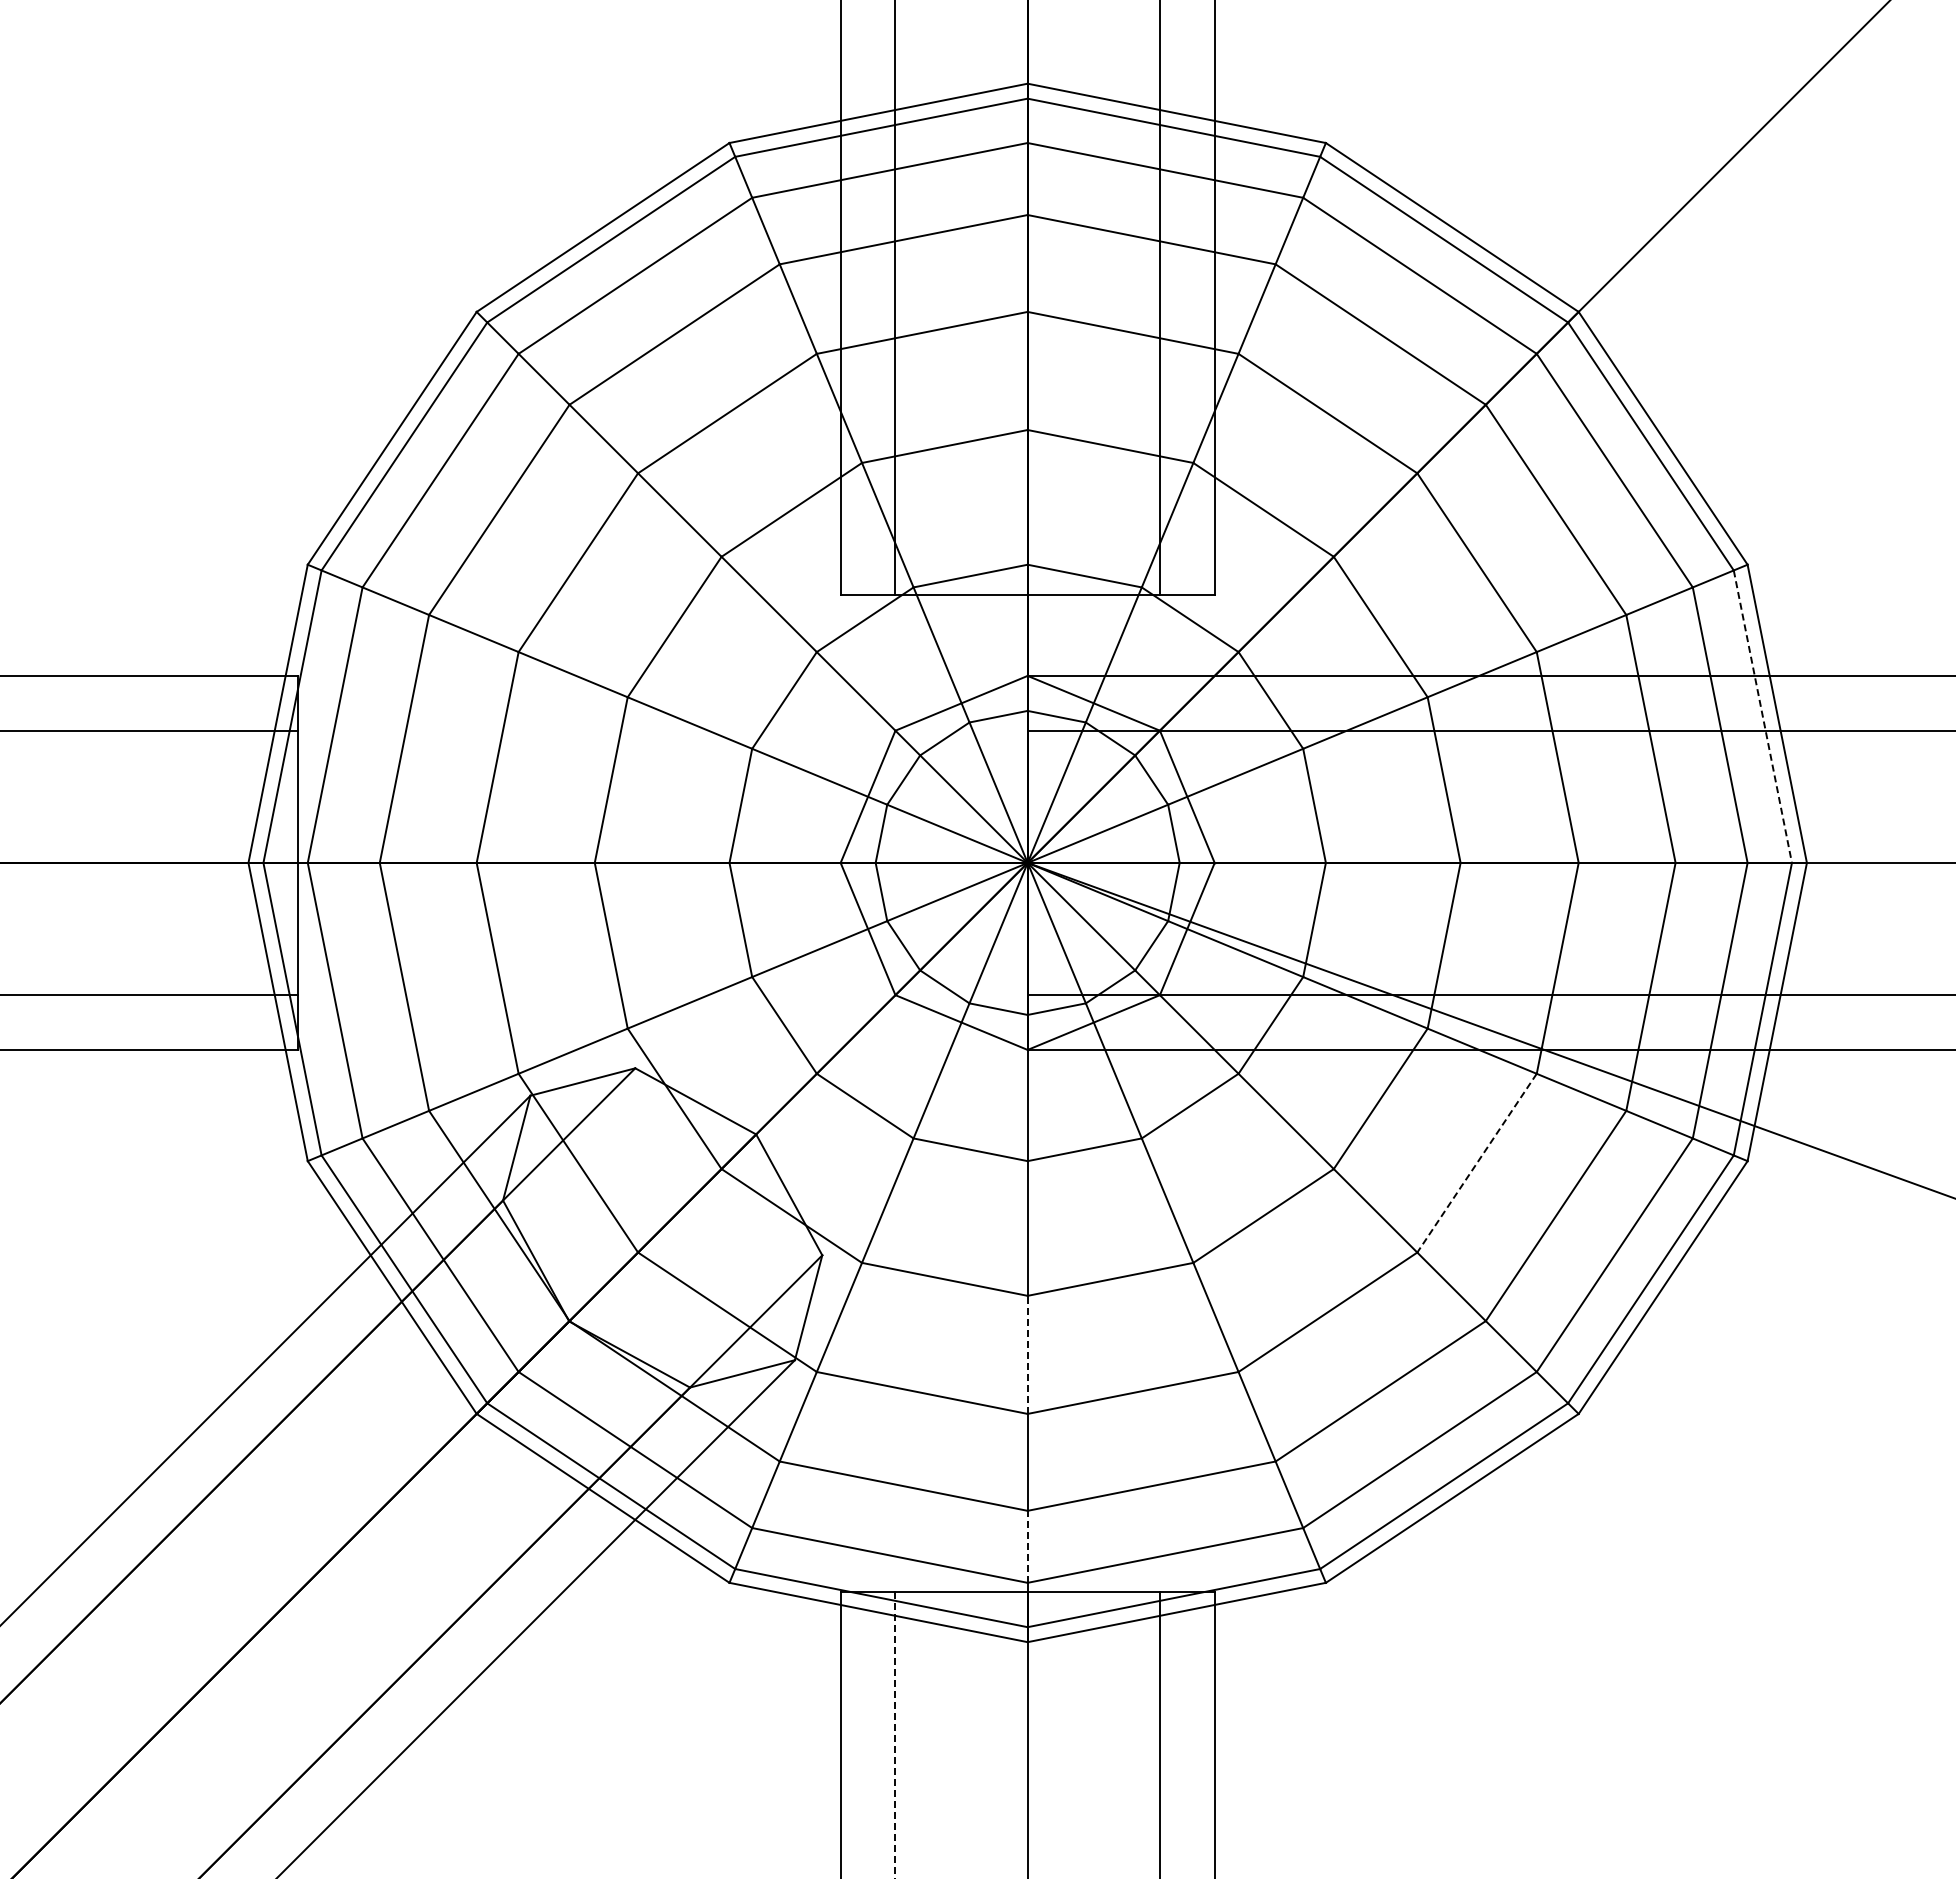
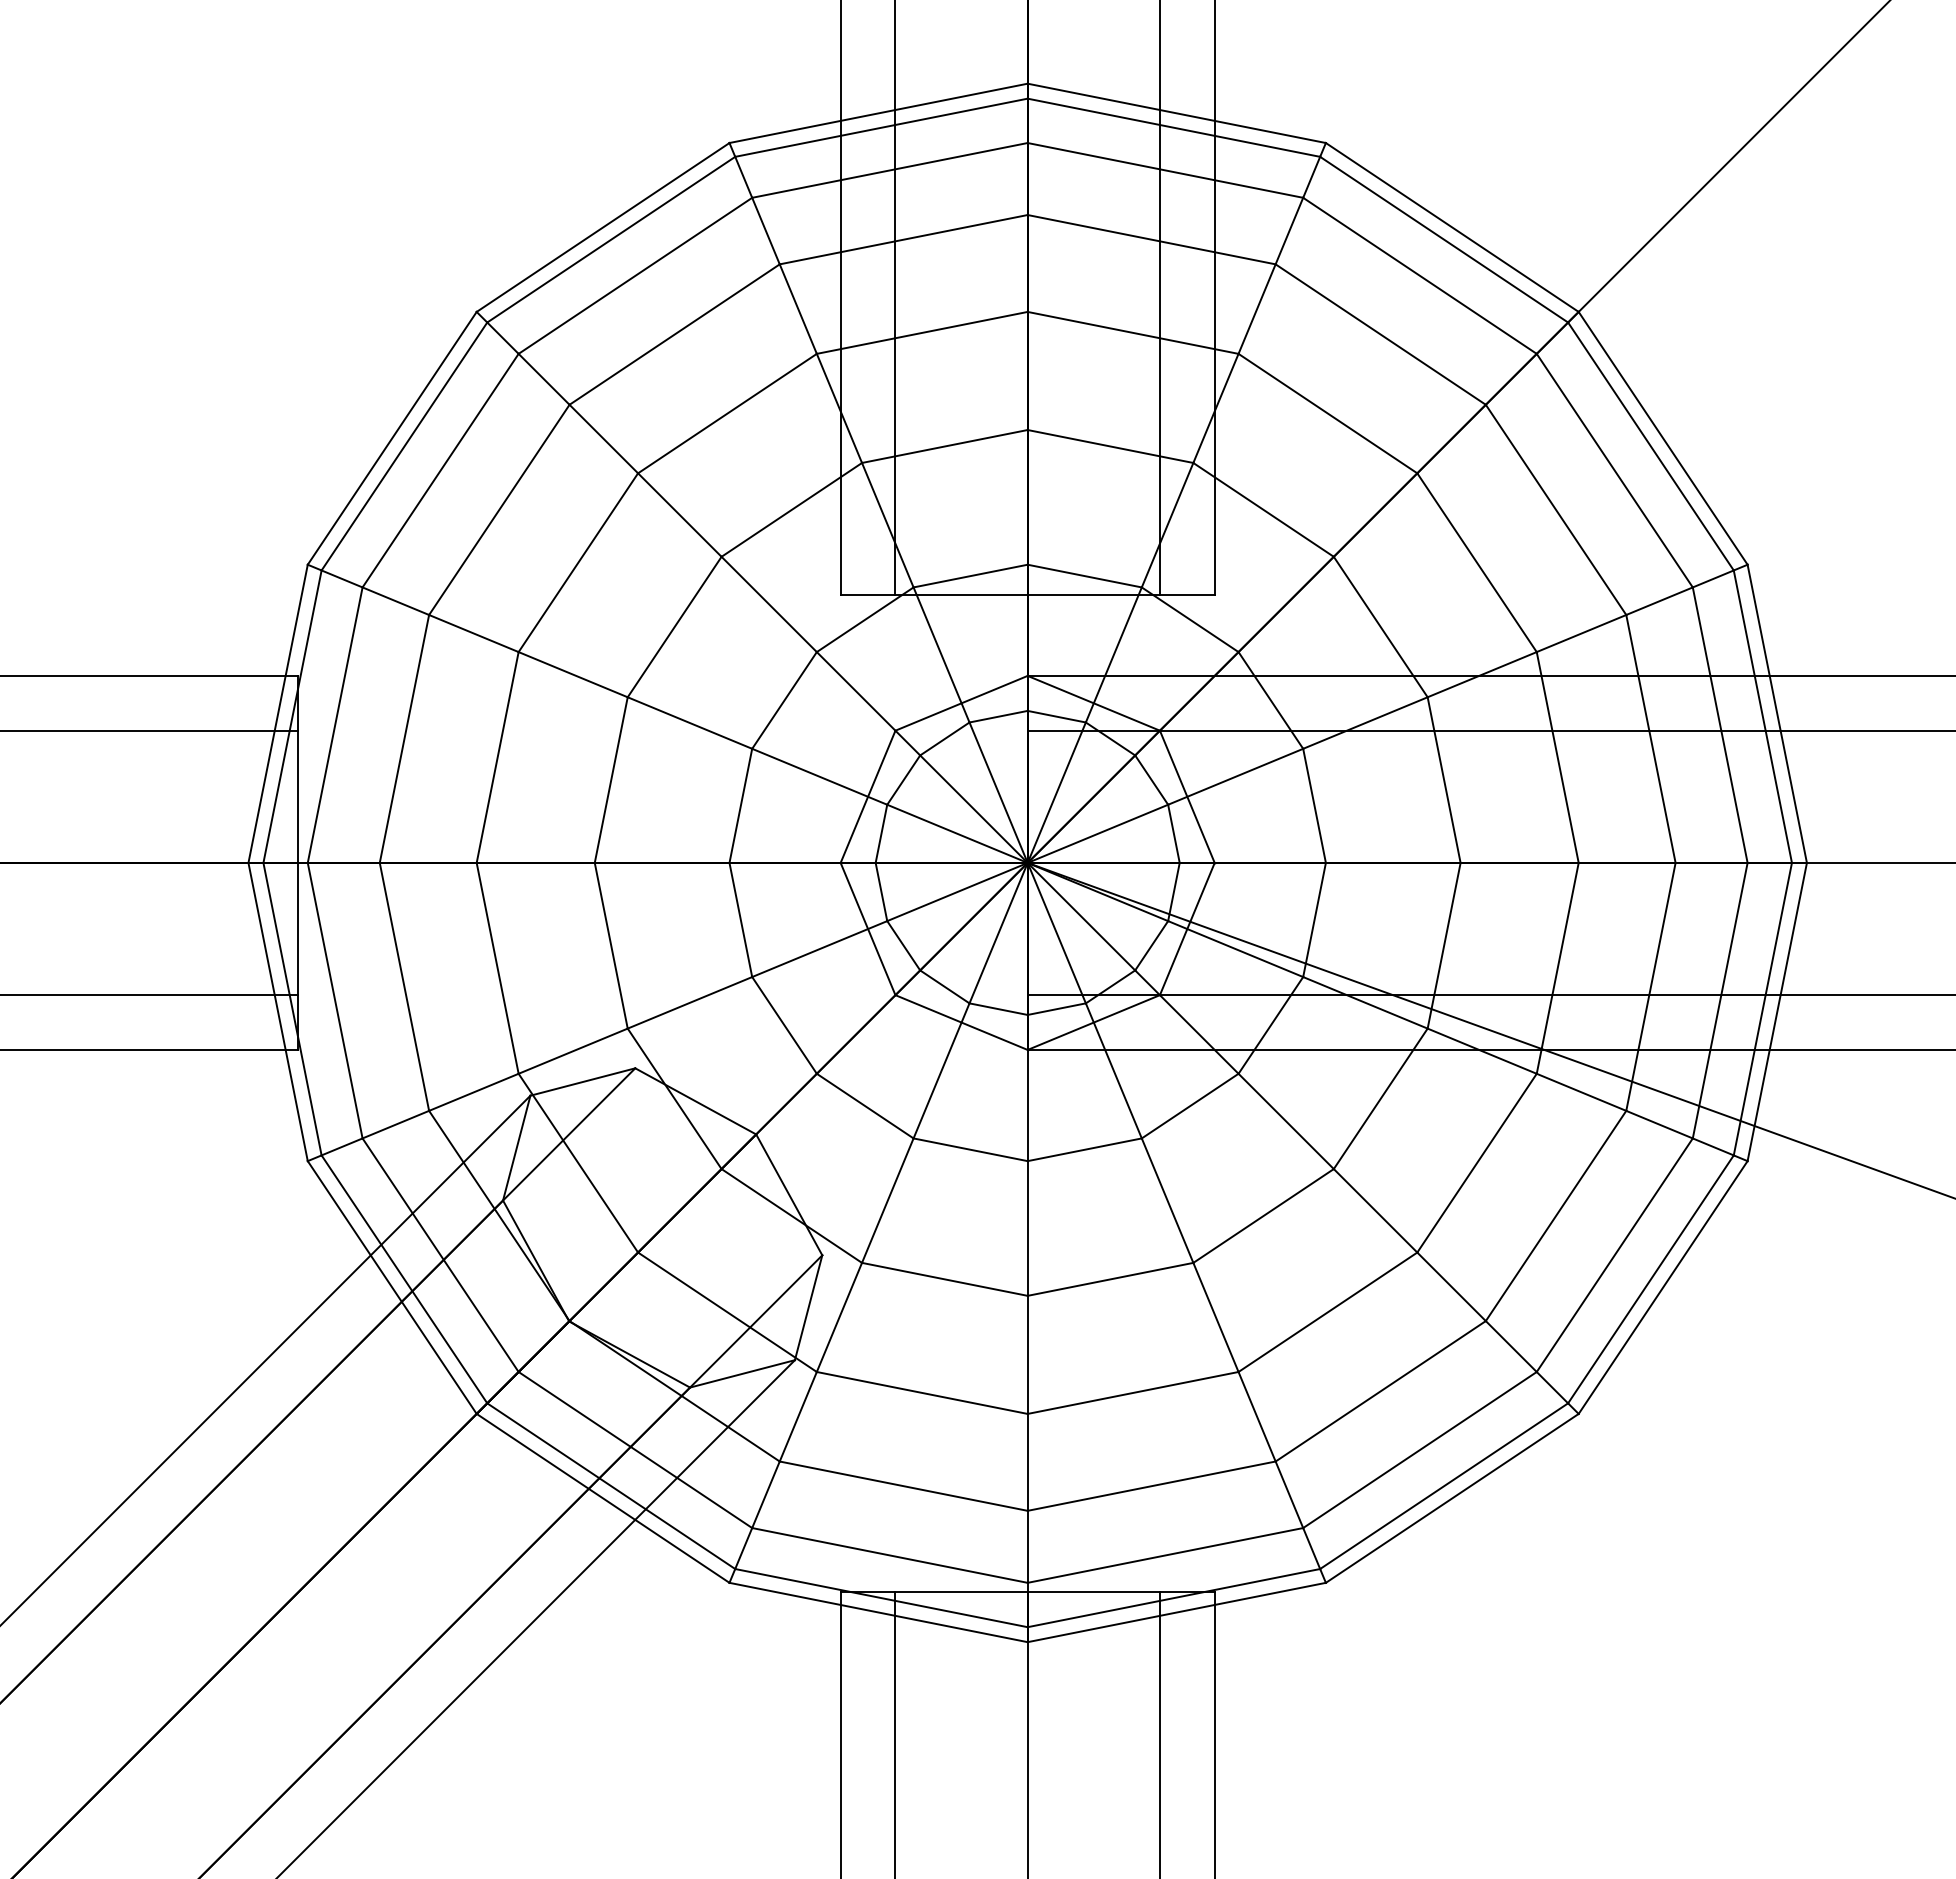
line at (1762, 717): dashed -> solid
line at (1476, 1163): dashed -> solid
line at (1027, 1354): dashed -> solid
line at (1027, 1546): dashed -> solid
line at (895, 1735): dashed -> solid
